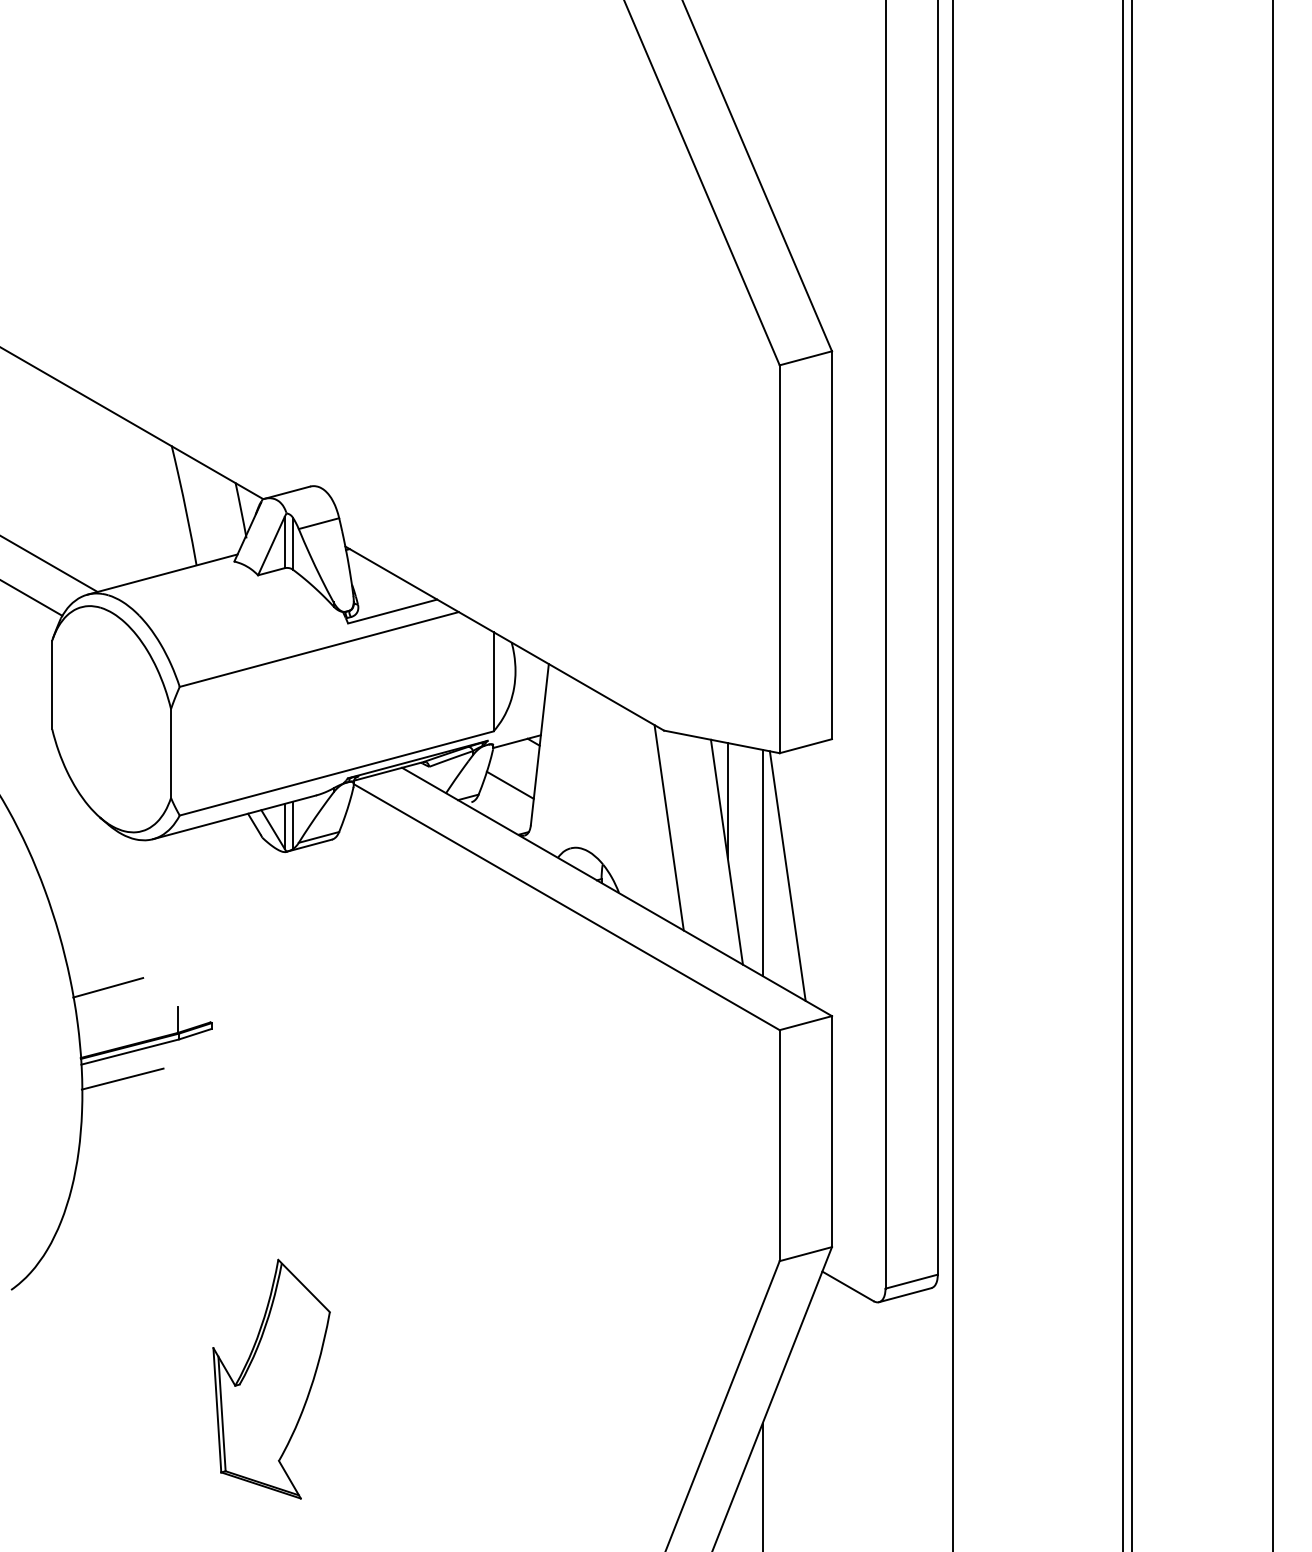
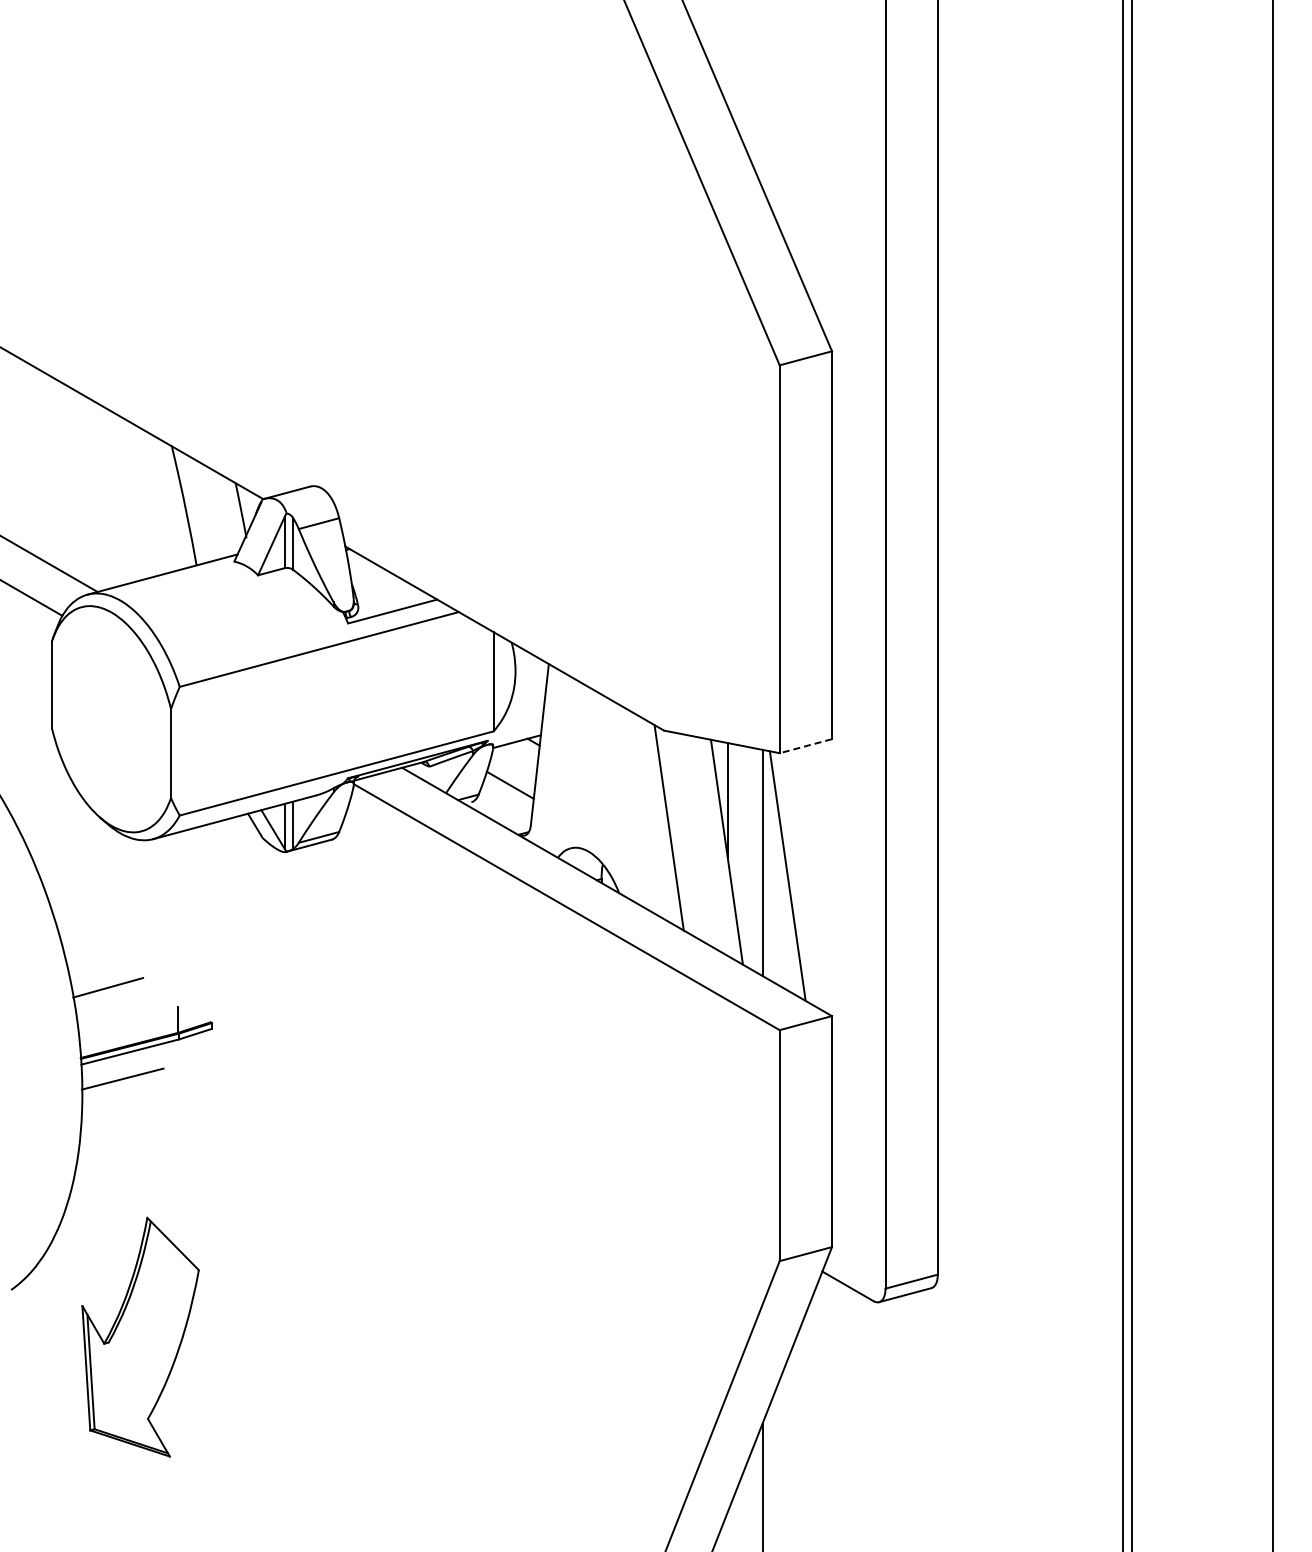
line at (805, 746): solid -> dashed
line at (952, 775): present -> none
part at (271, 1378) position: (271, 1378) -> (140, 1336)
